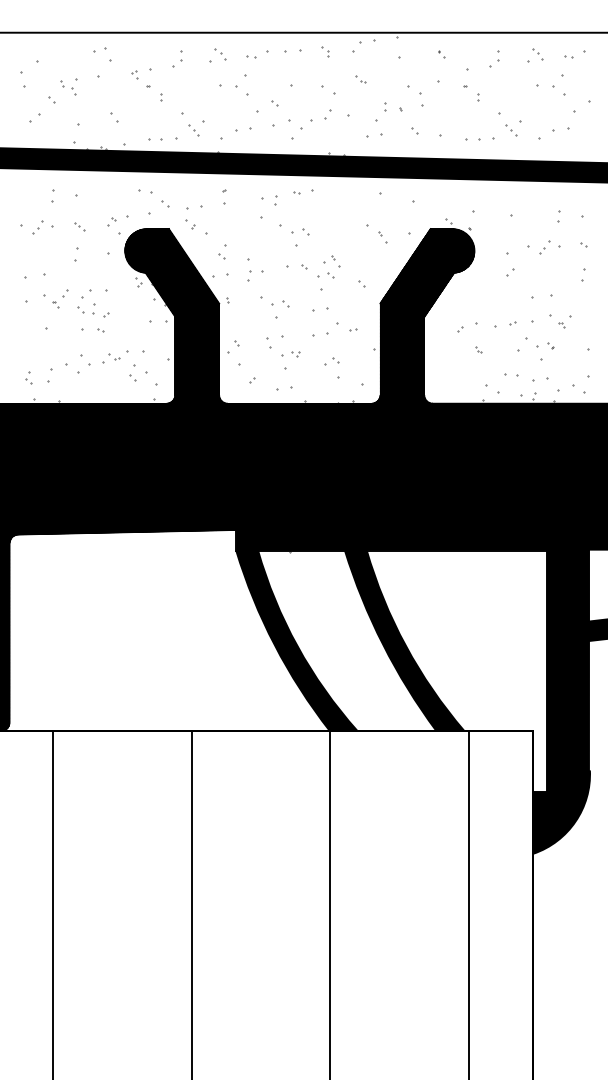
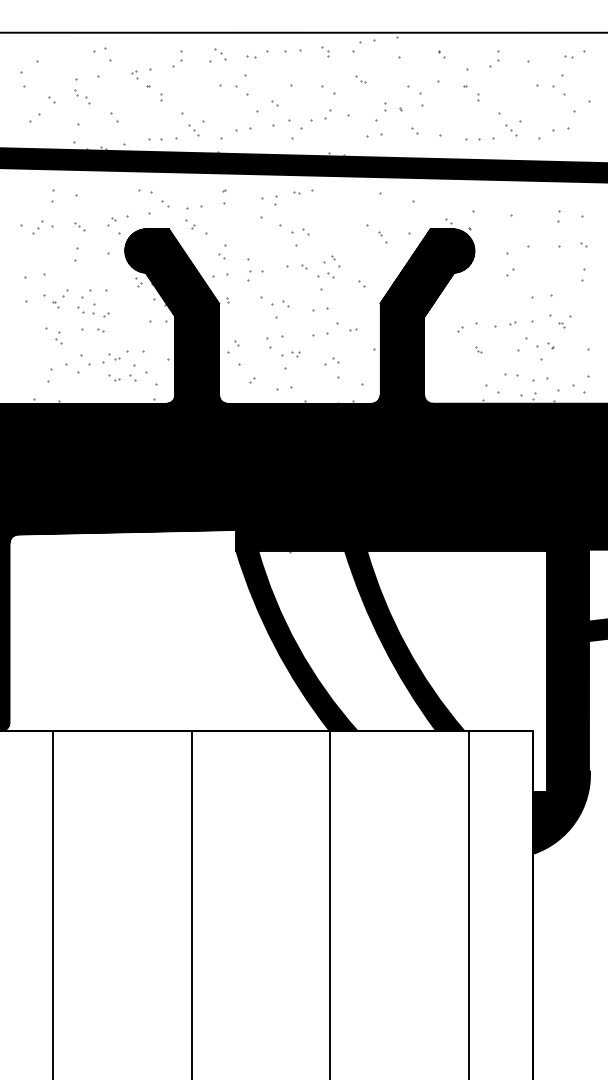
part at (537, 54): present -> none
part at (68, 87) position: (68, 87) -> (82, 96)
part at (544, 247): present -> none
part at (28, 377) position: (28, 377) -> (58, 337)
part at (114, 377): none -> present
